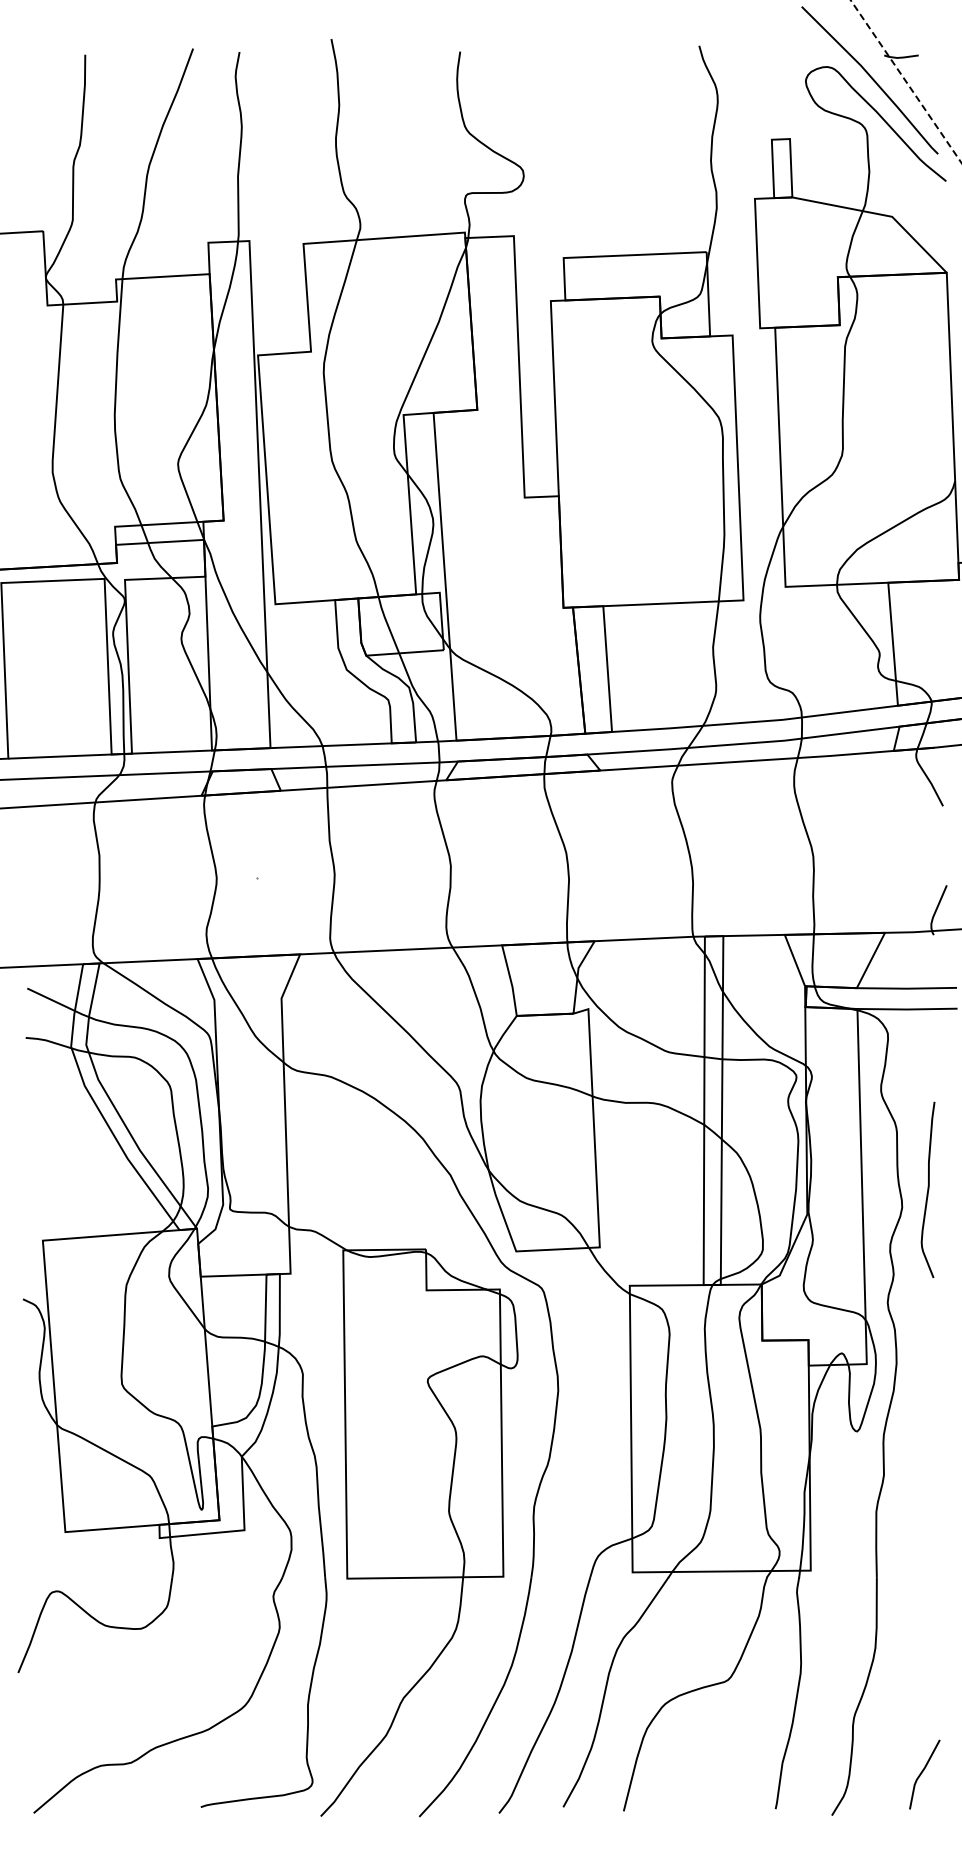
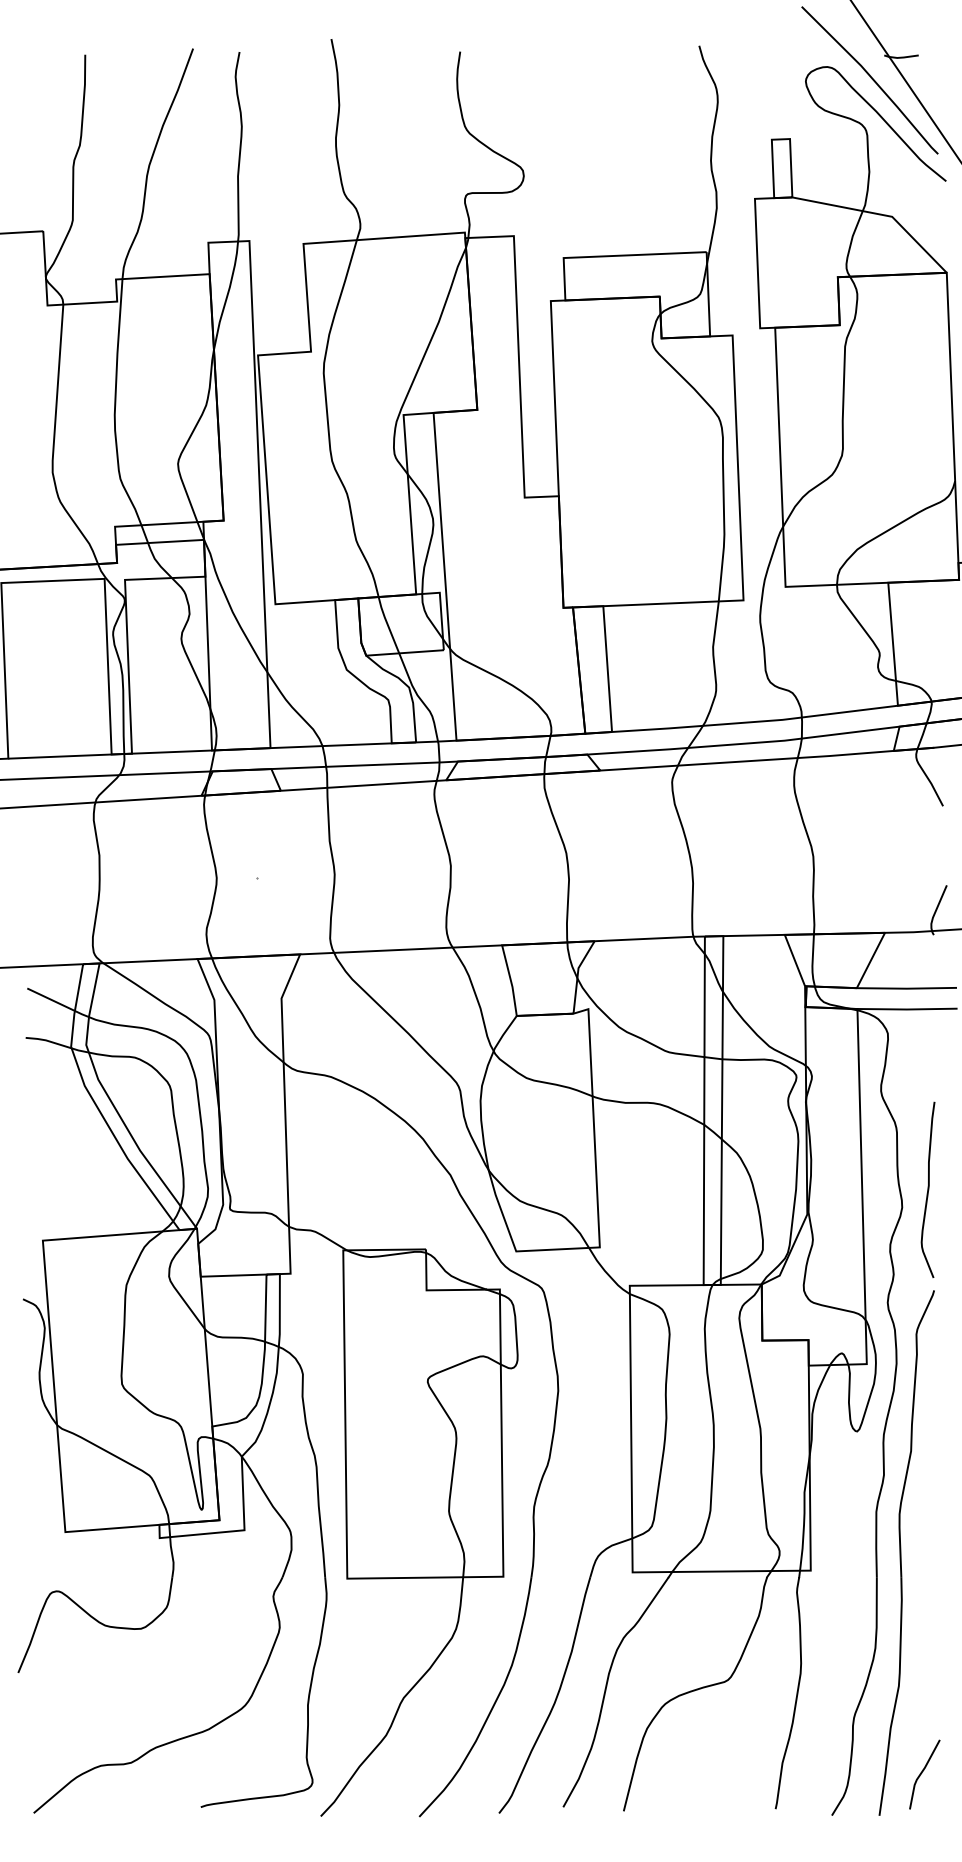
line at (905, 81): dashed -> solid
part at (906, 1552): none -> present
